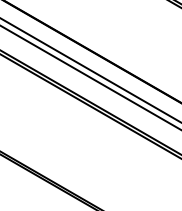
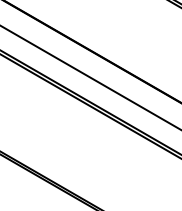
line at (90, 70): present -> none
